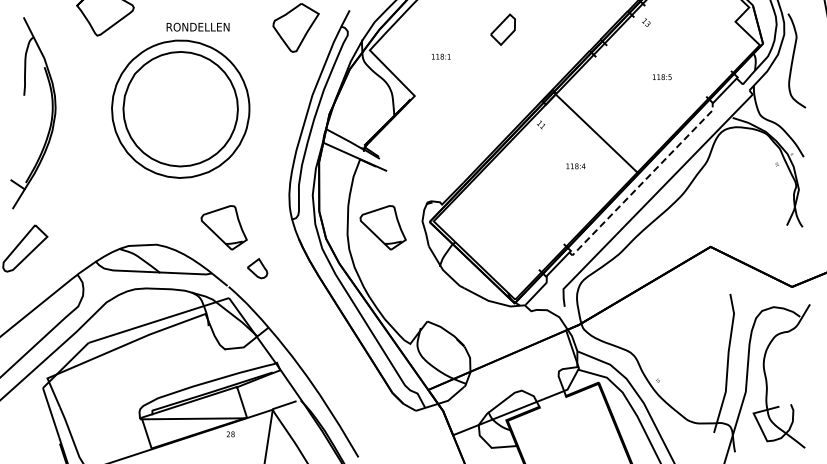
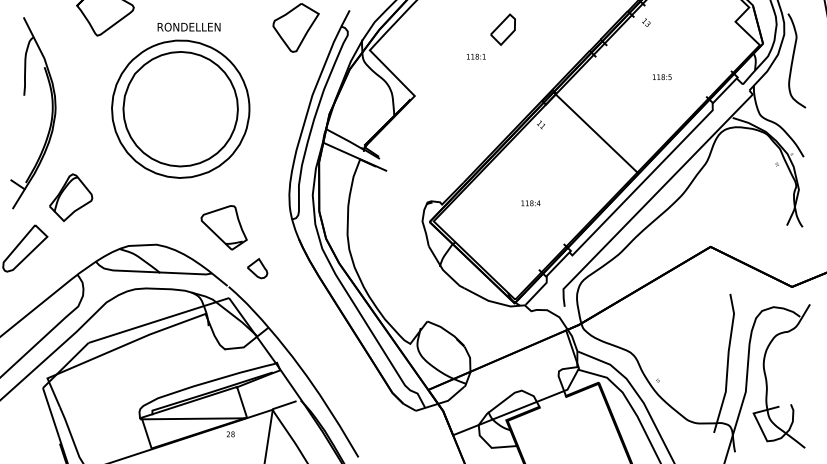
text at (197, 26) position: (197, 26) -> (188, 26)
text at (441, 56) position: (441, 56) -> (476, 56)
text at (575, 166) position: (575, 166) -> (530, 203)
line at (643, 181): dashed -> solid
part at (71, 197): none -> present
part at (382, 227): present -> none
